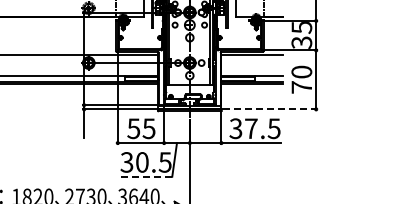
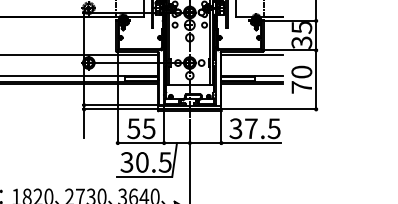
line at (270, 109): dashed -> solid
line at (144, 176): dashed -> solid
